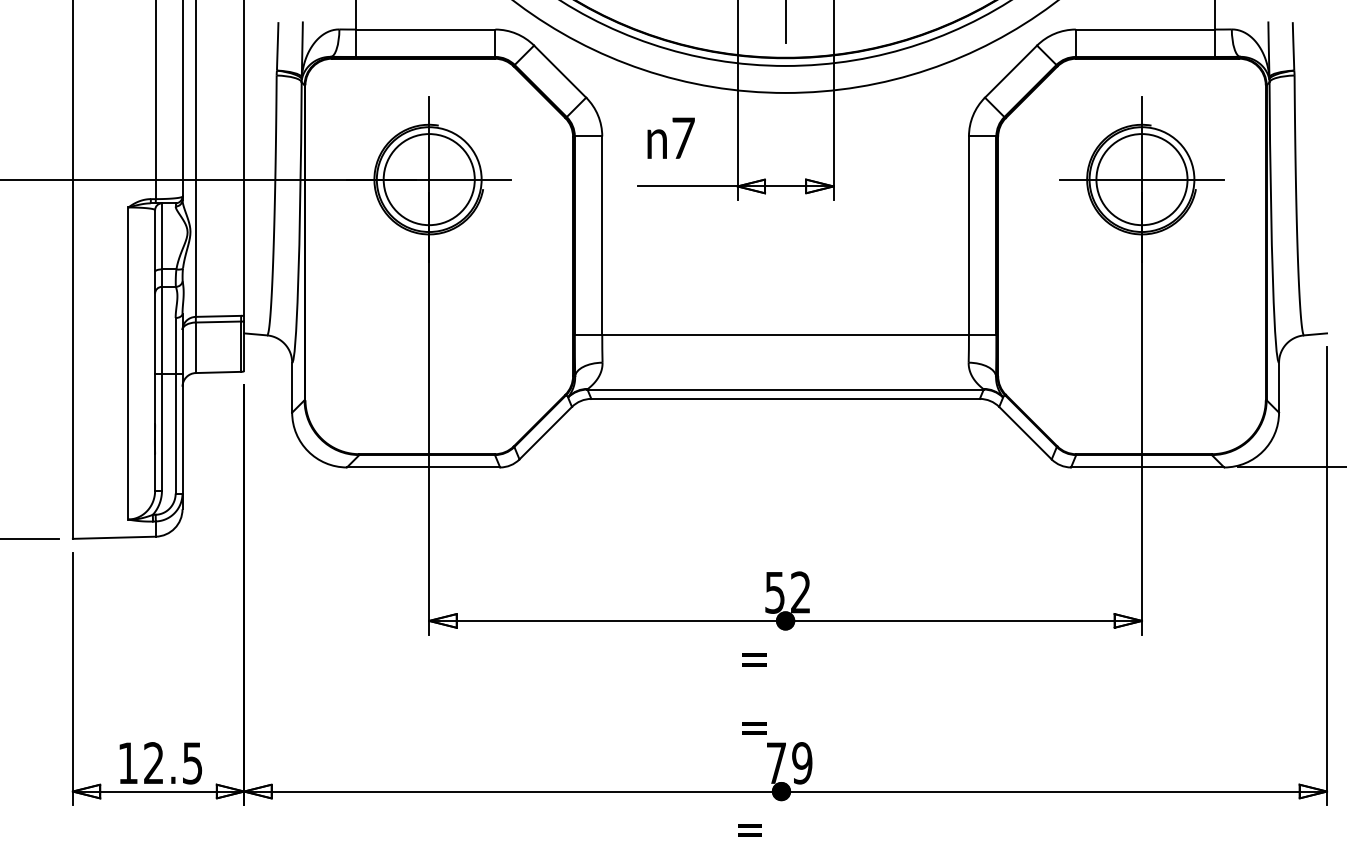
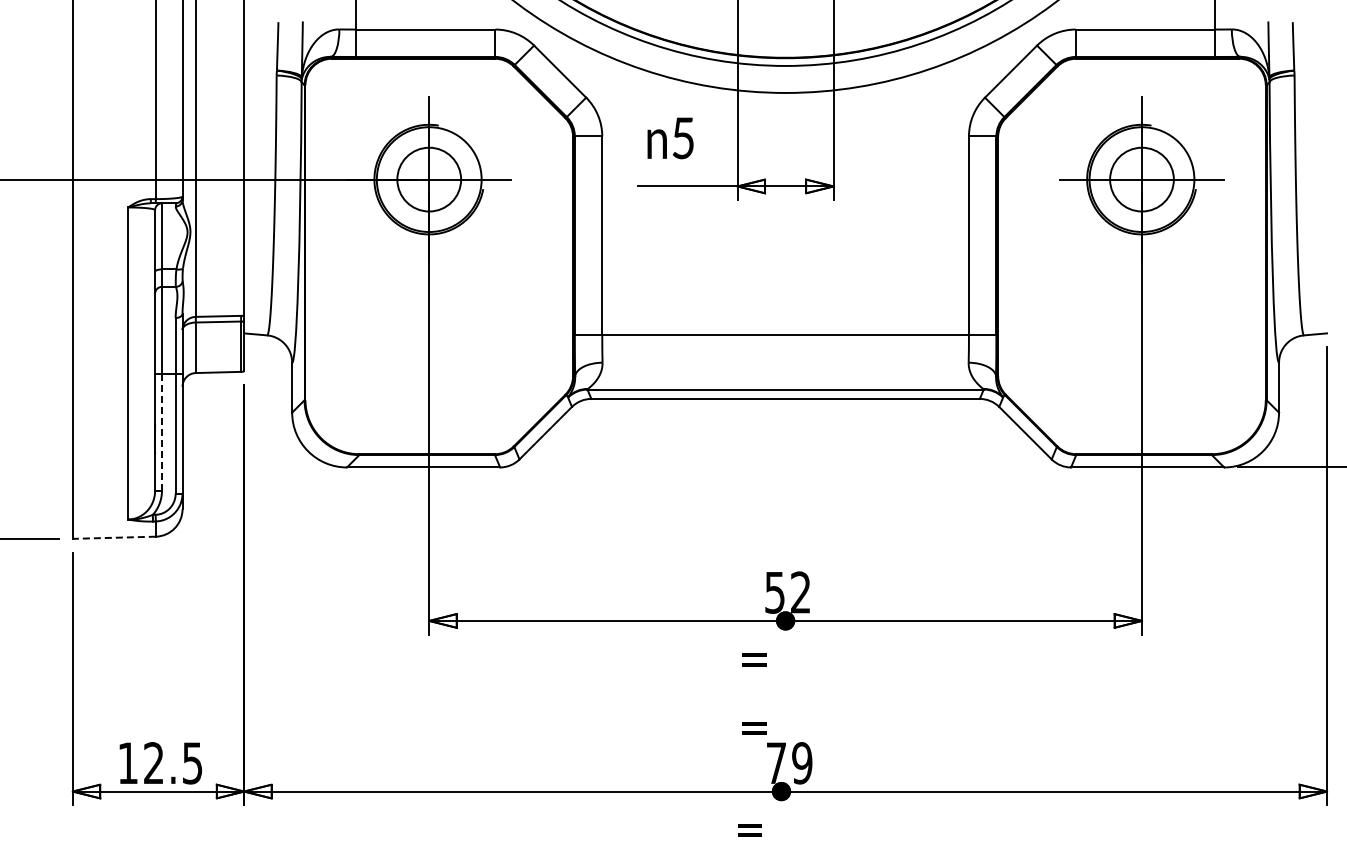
line at (785, 22): present -> none
text at (683, 138): 7 -> 5
circle at (428, 179) diameter: 91 px -> 64 px
circle at (1141, 179) diameter: 91 px -> 64 px
line at (161, 432): solid -> dashed
line at (113, 537): solid -> dashed
